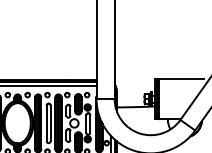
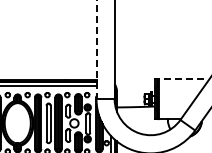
line at (96, 49): solid -> dashed
line at (180, 79): solid -> dashed
